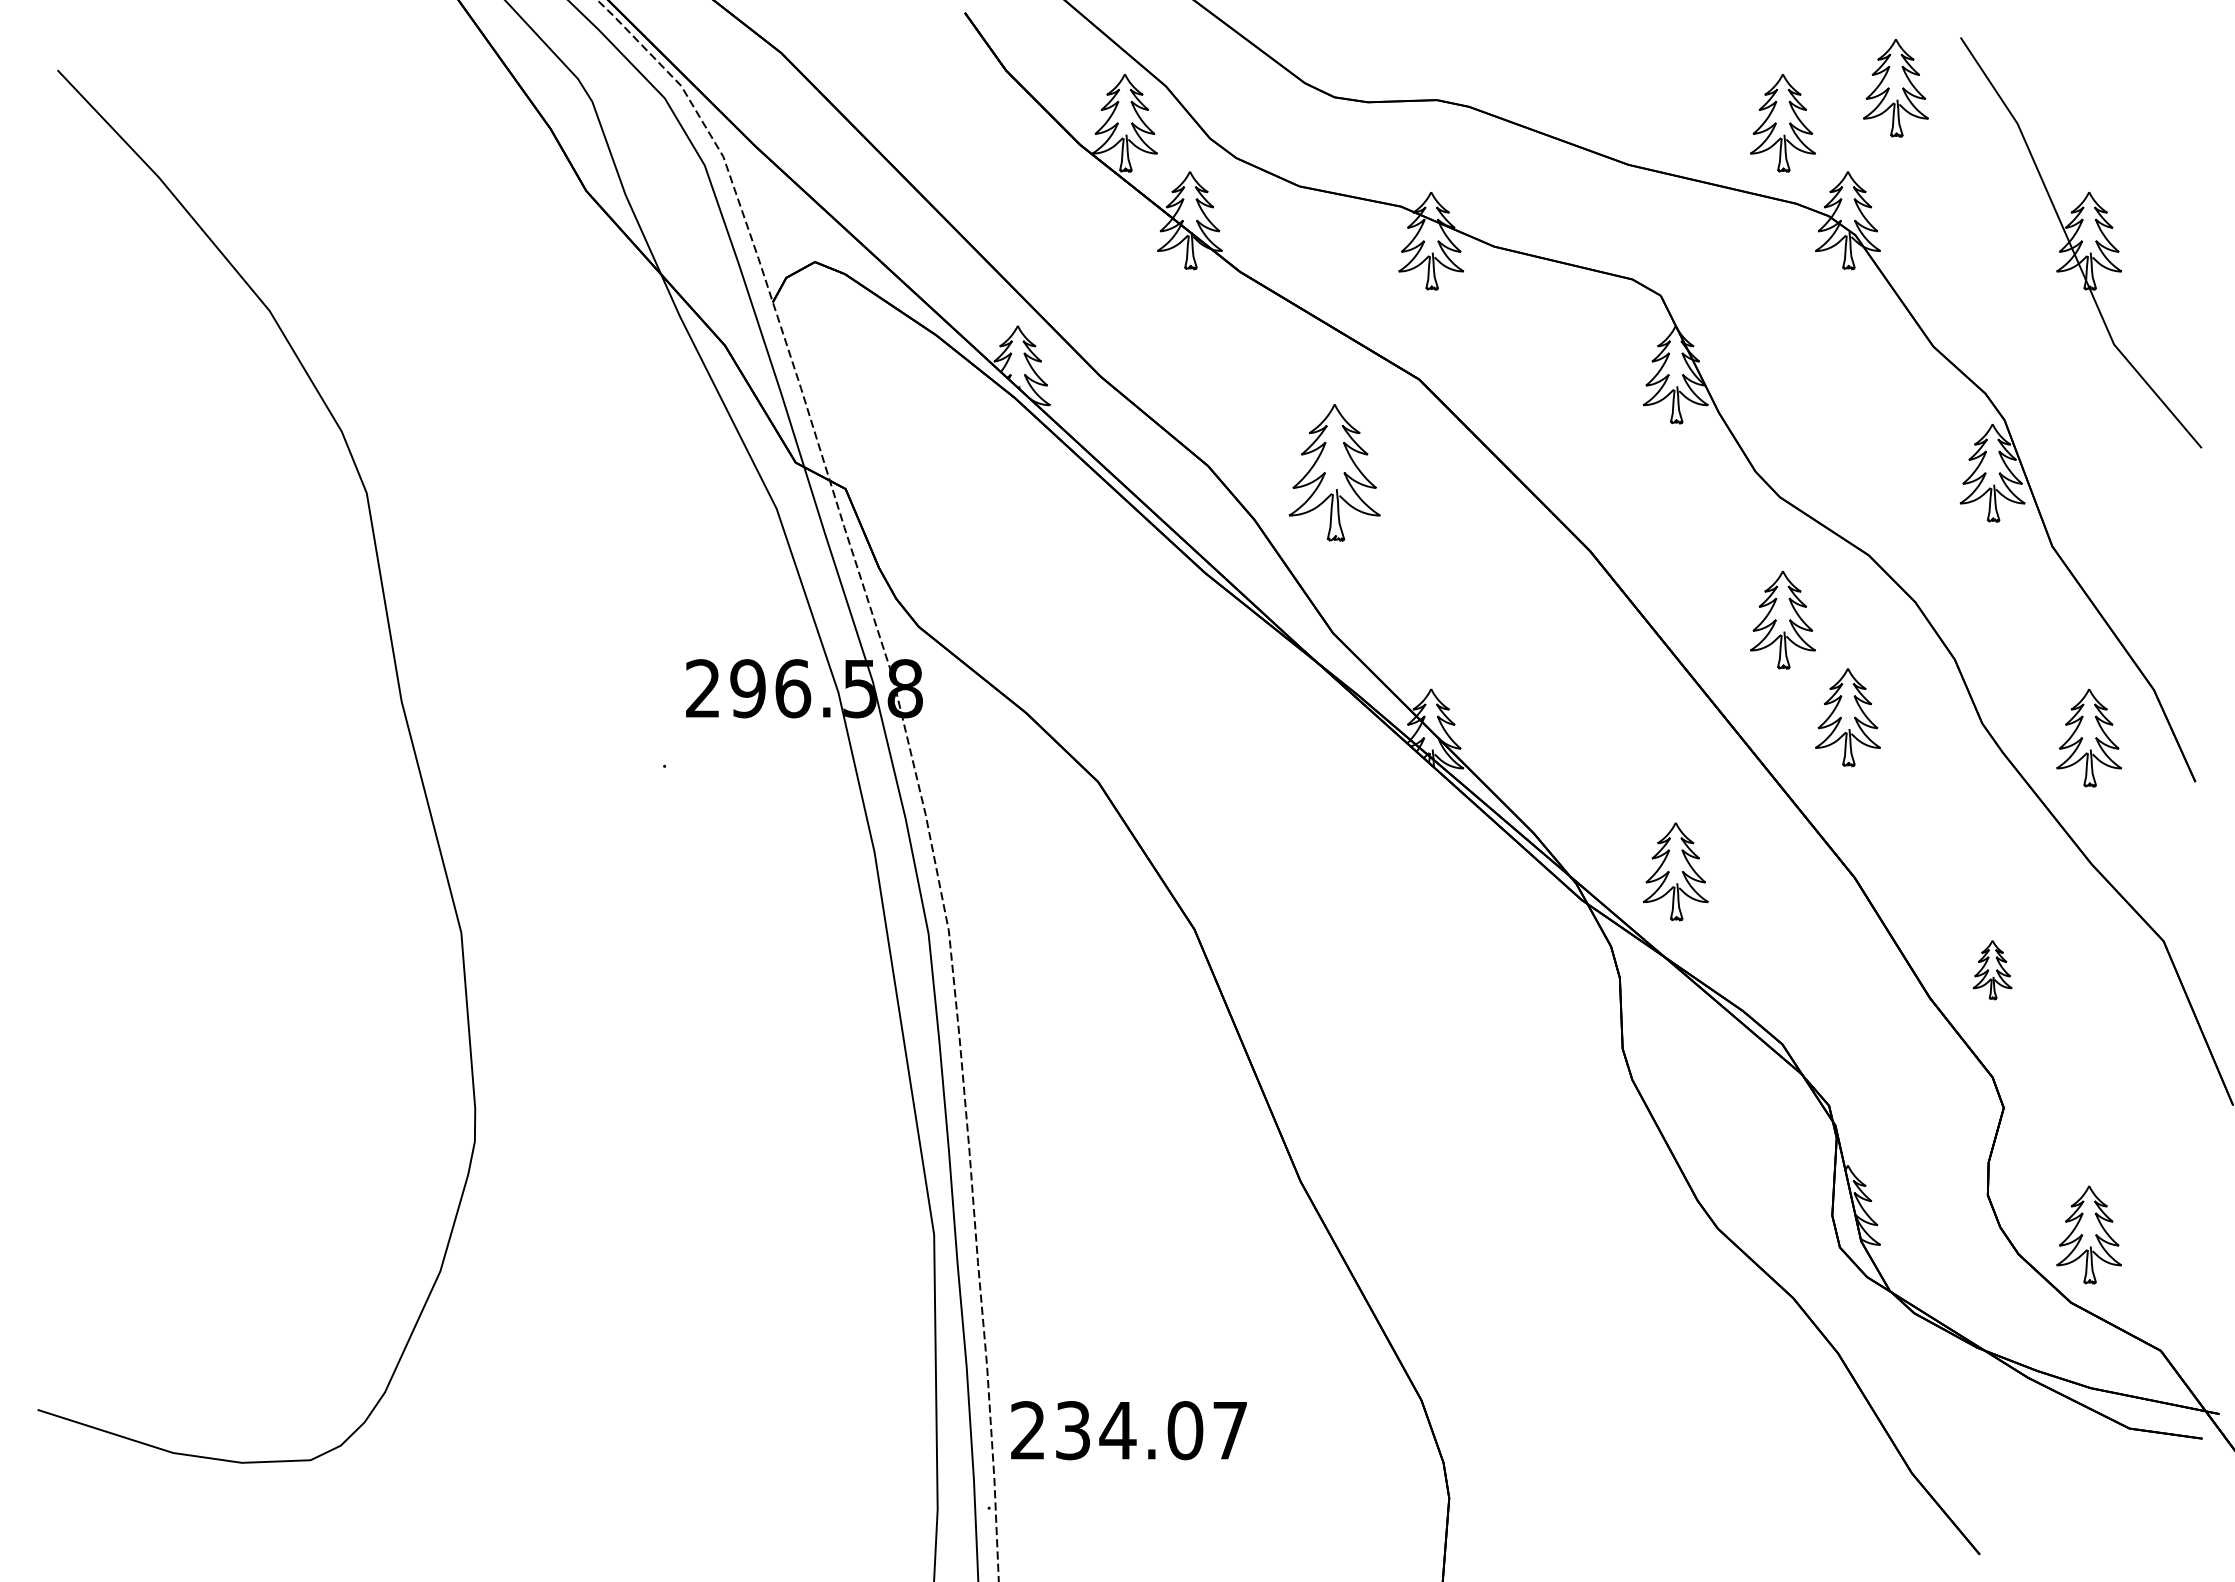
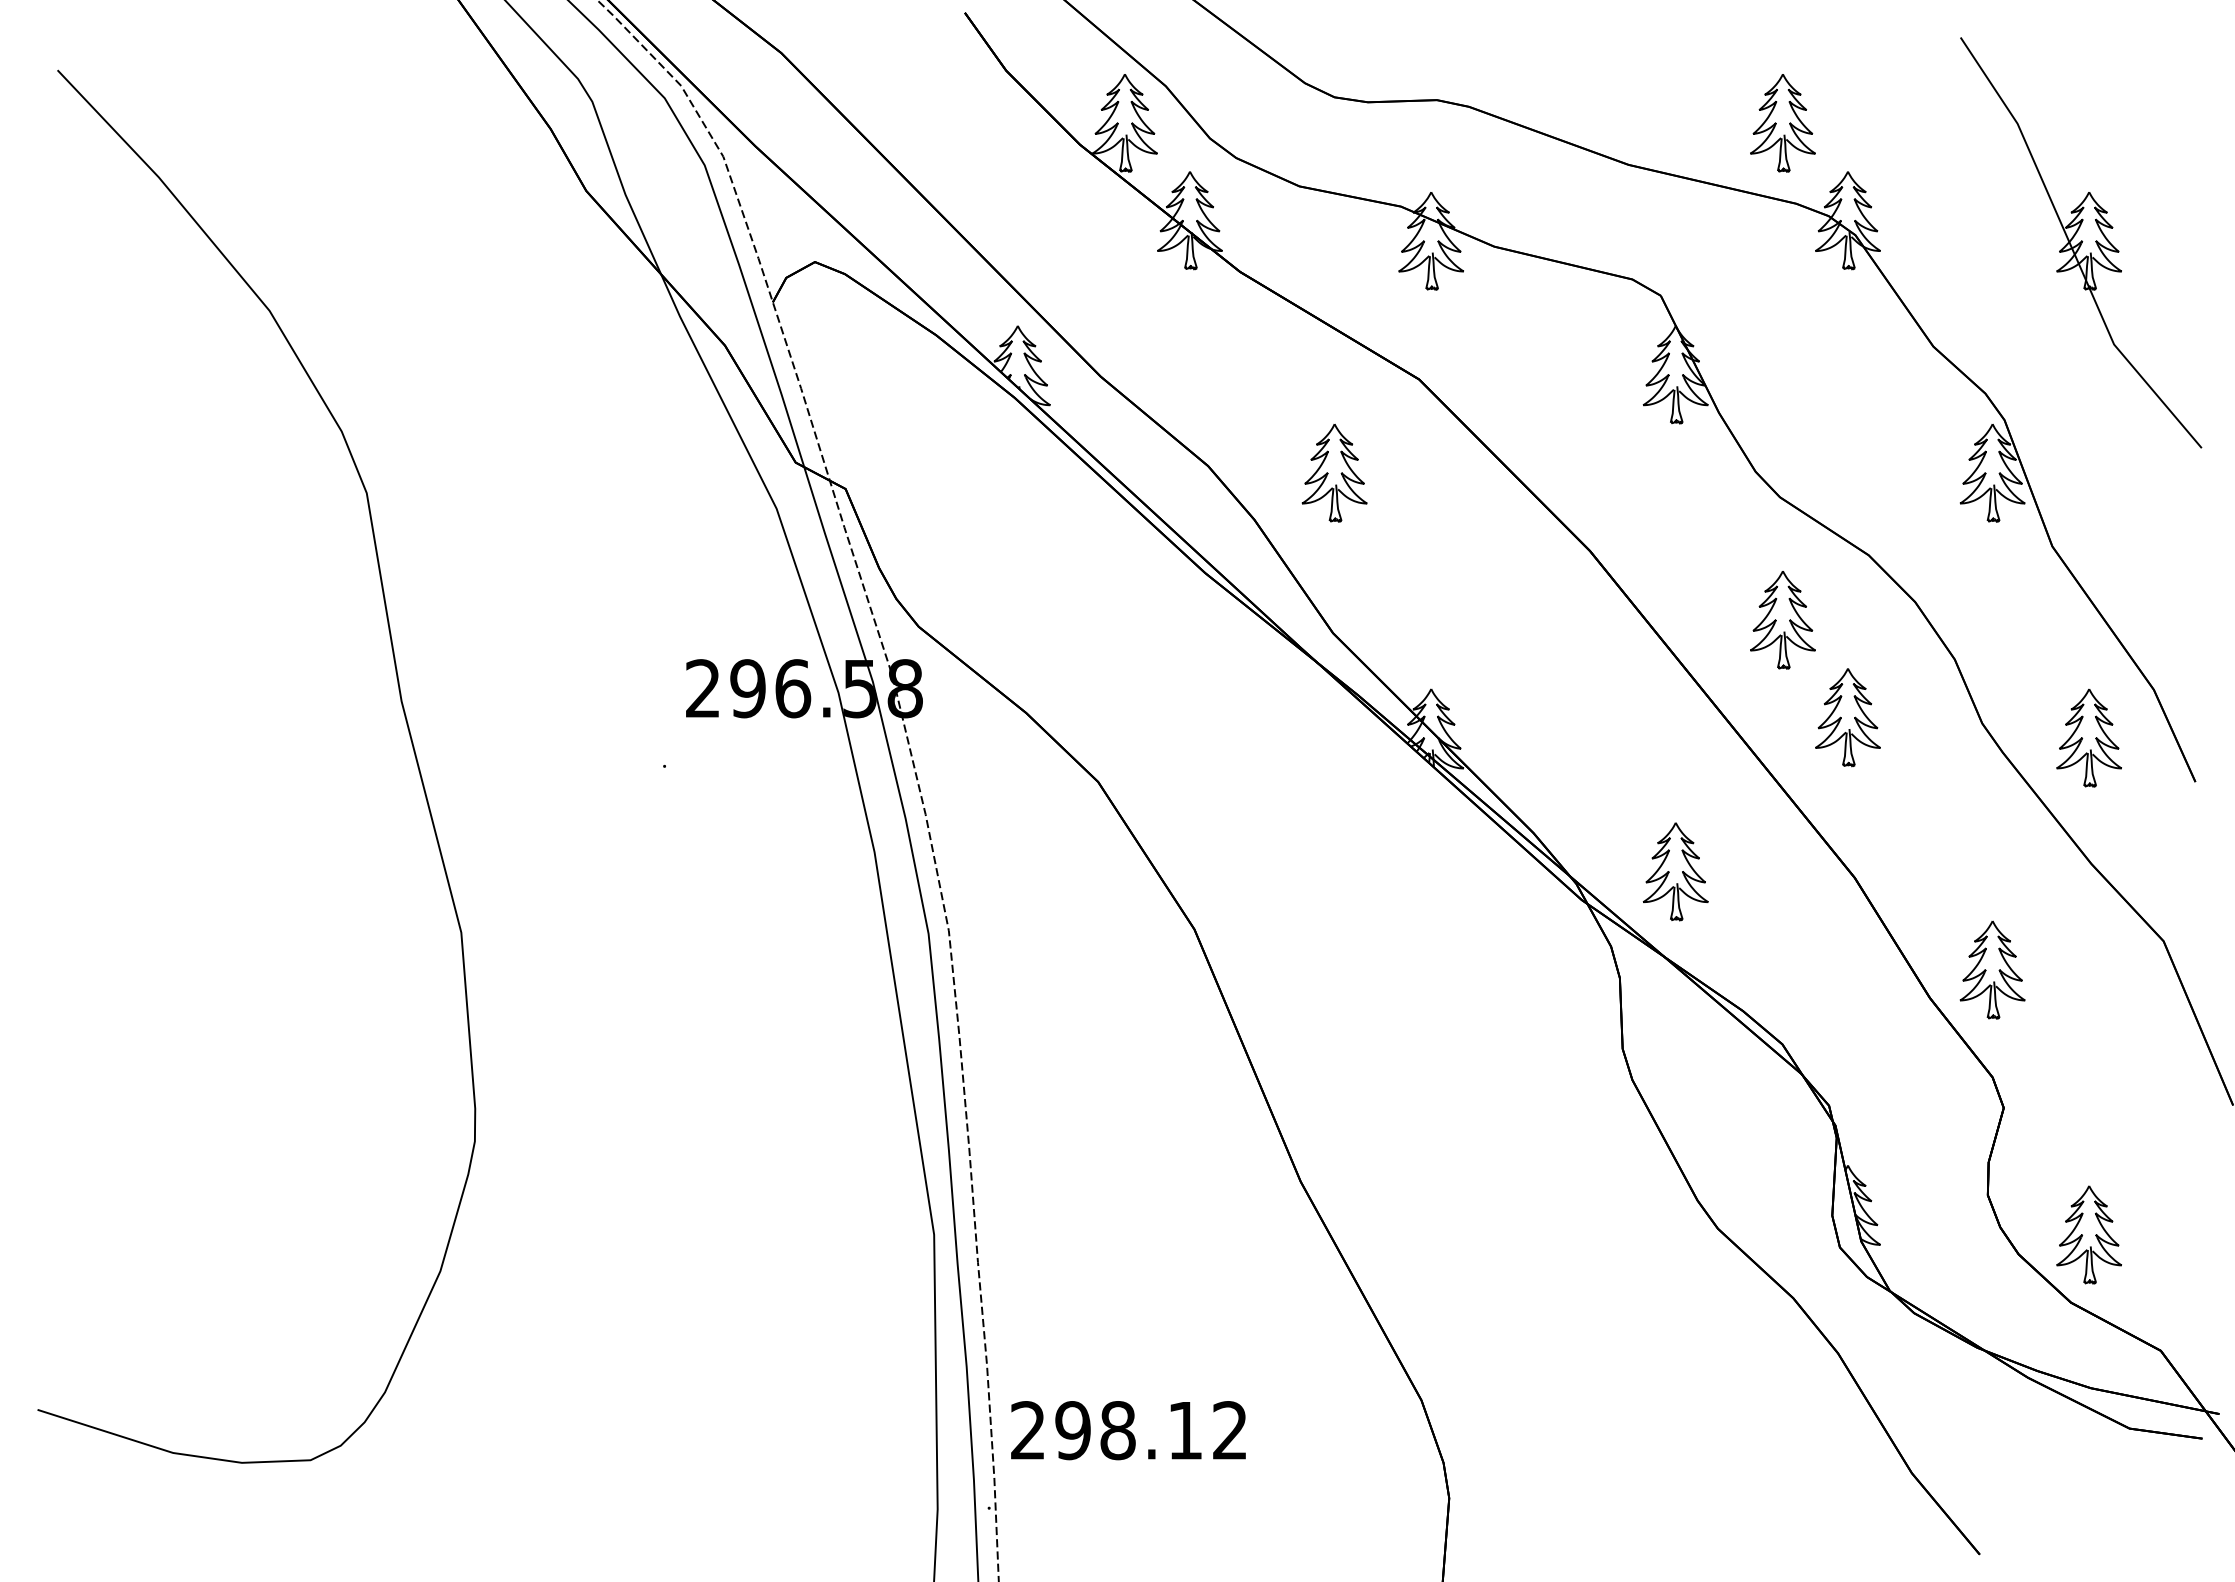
part at (1895, 88): present -> none
part at (1334, 472) size: 92x138 px -> 67x99 px
part at (1992, 970) size: 41x61 px -> 67x100 px
text at (1150, 1430): 234.07 -> 298.12
